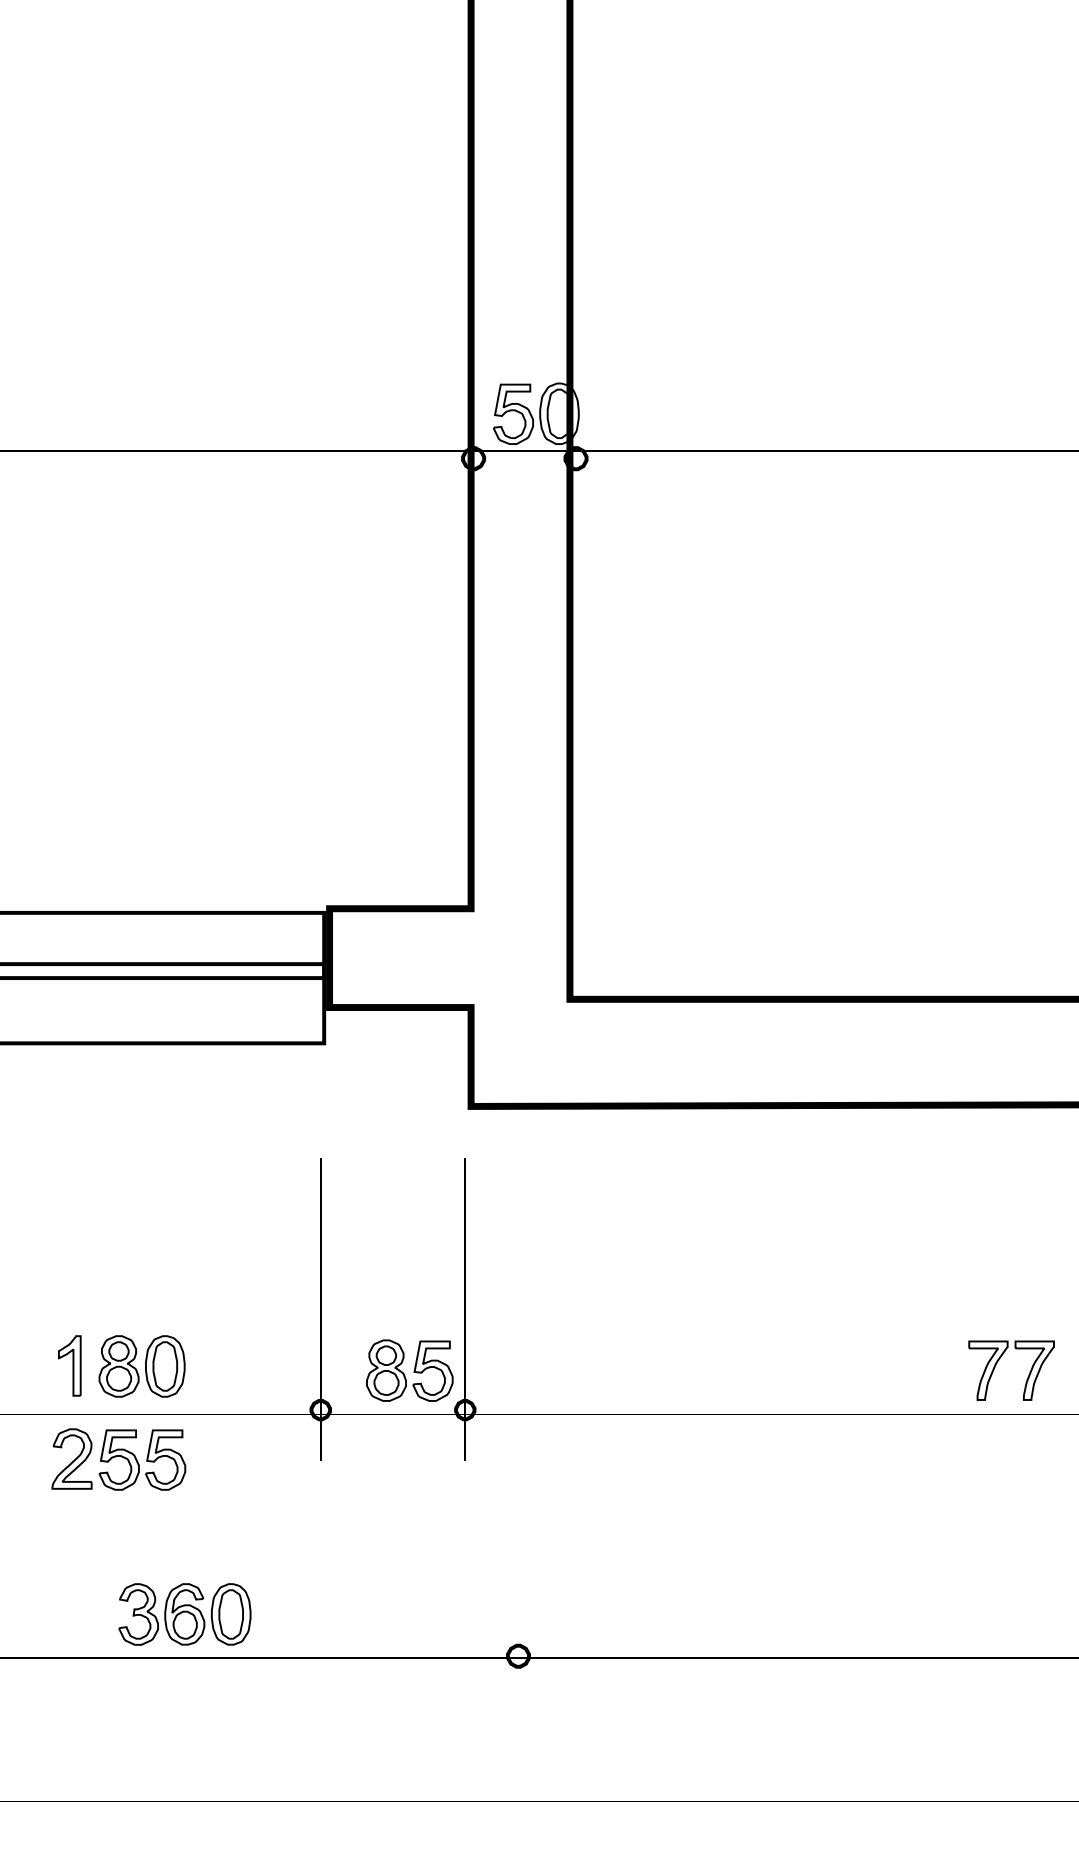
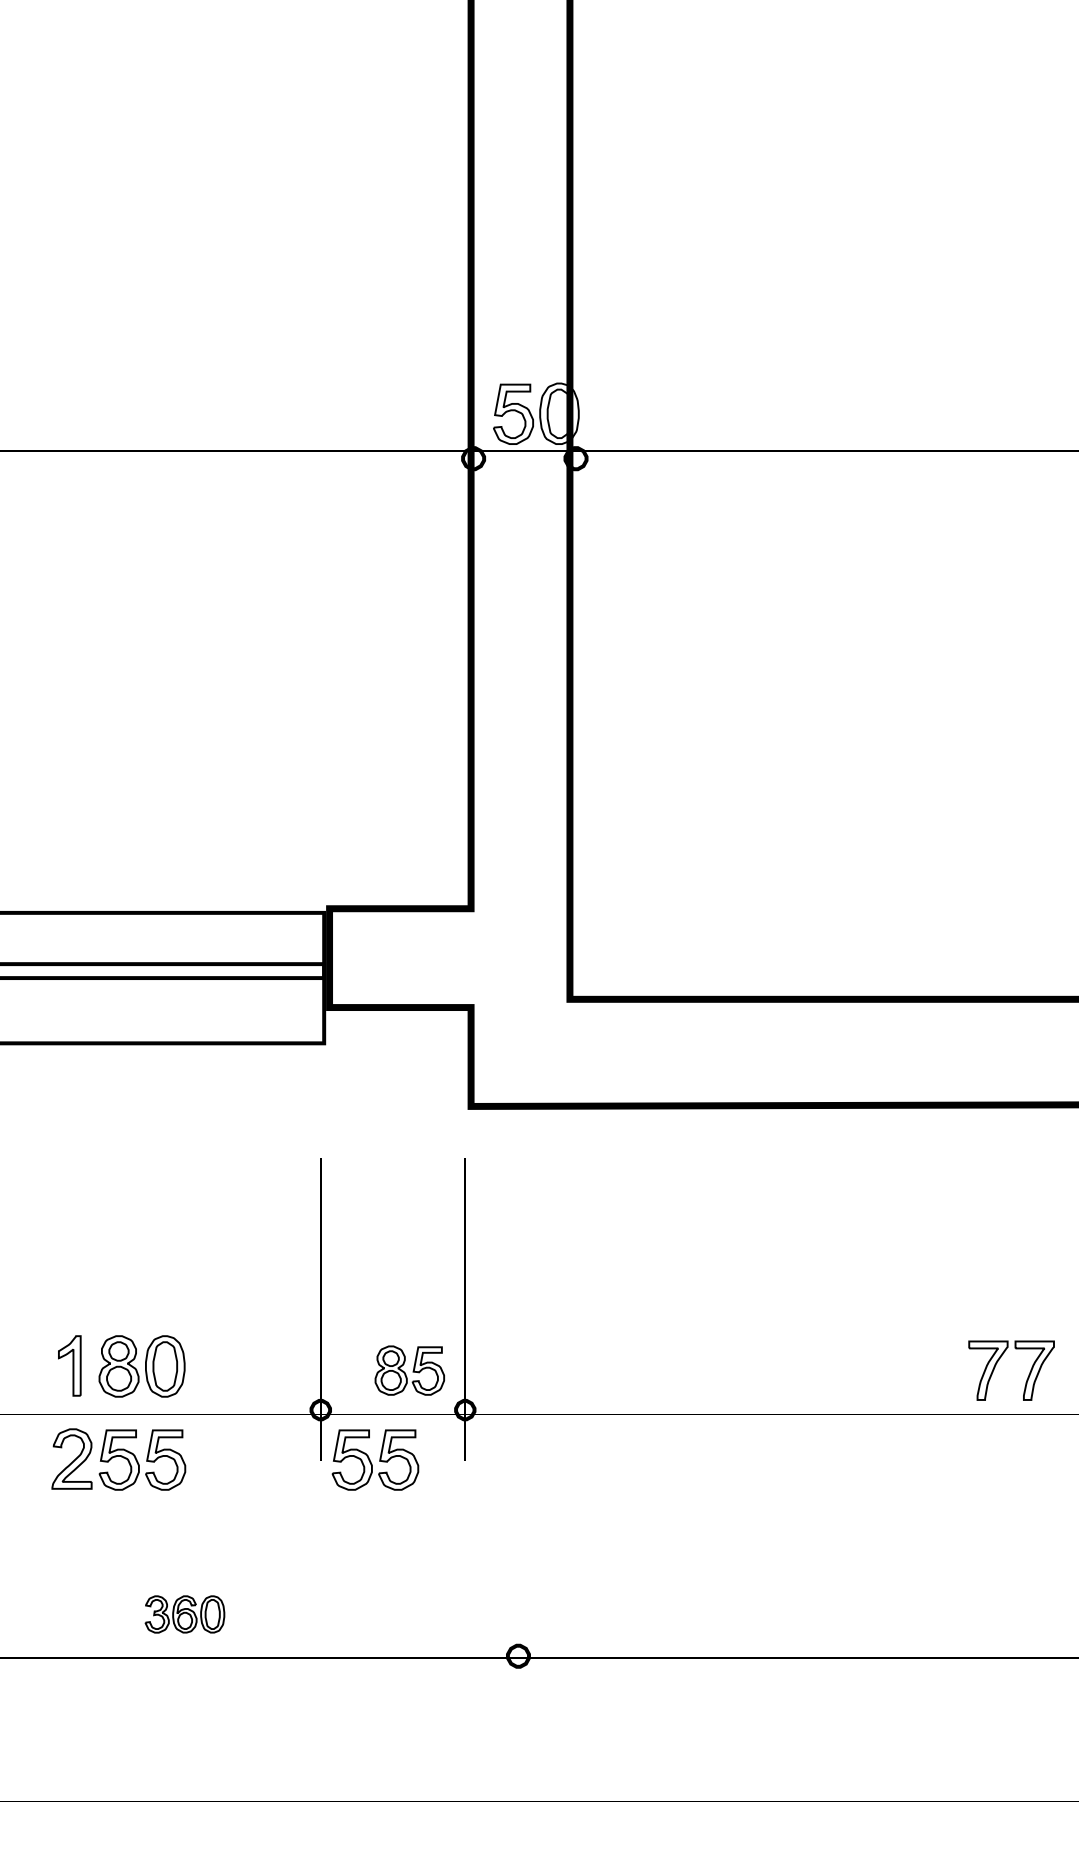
part at (409, 1370) size: 88x63 px -> 71x51 px
part at (375, 1459): none -> present
part at (184, 1614) size: 134x63 px -> 82x39 px
